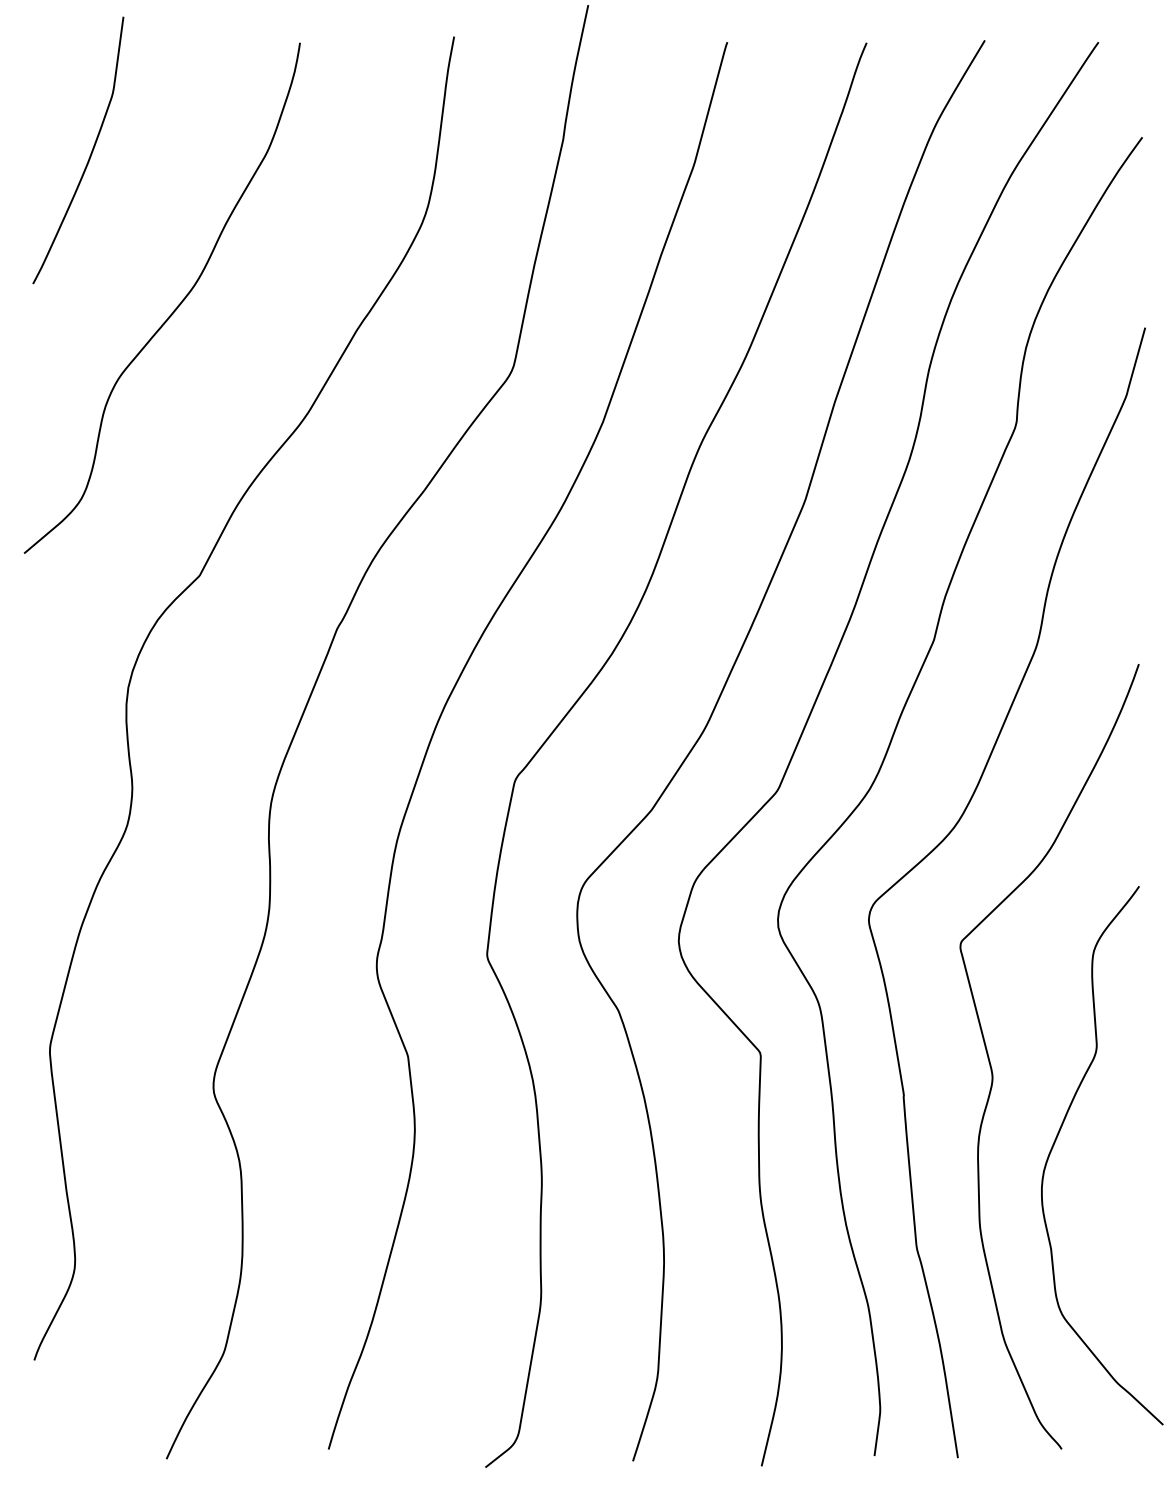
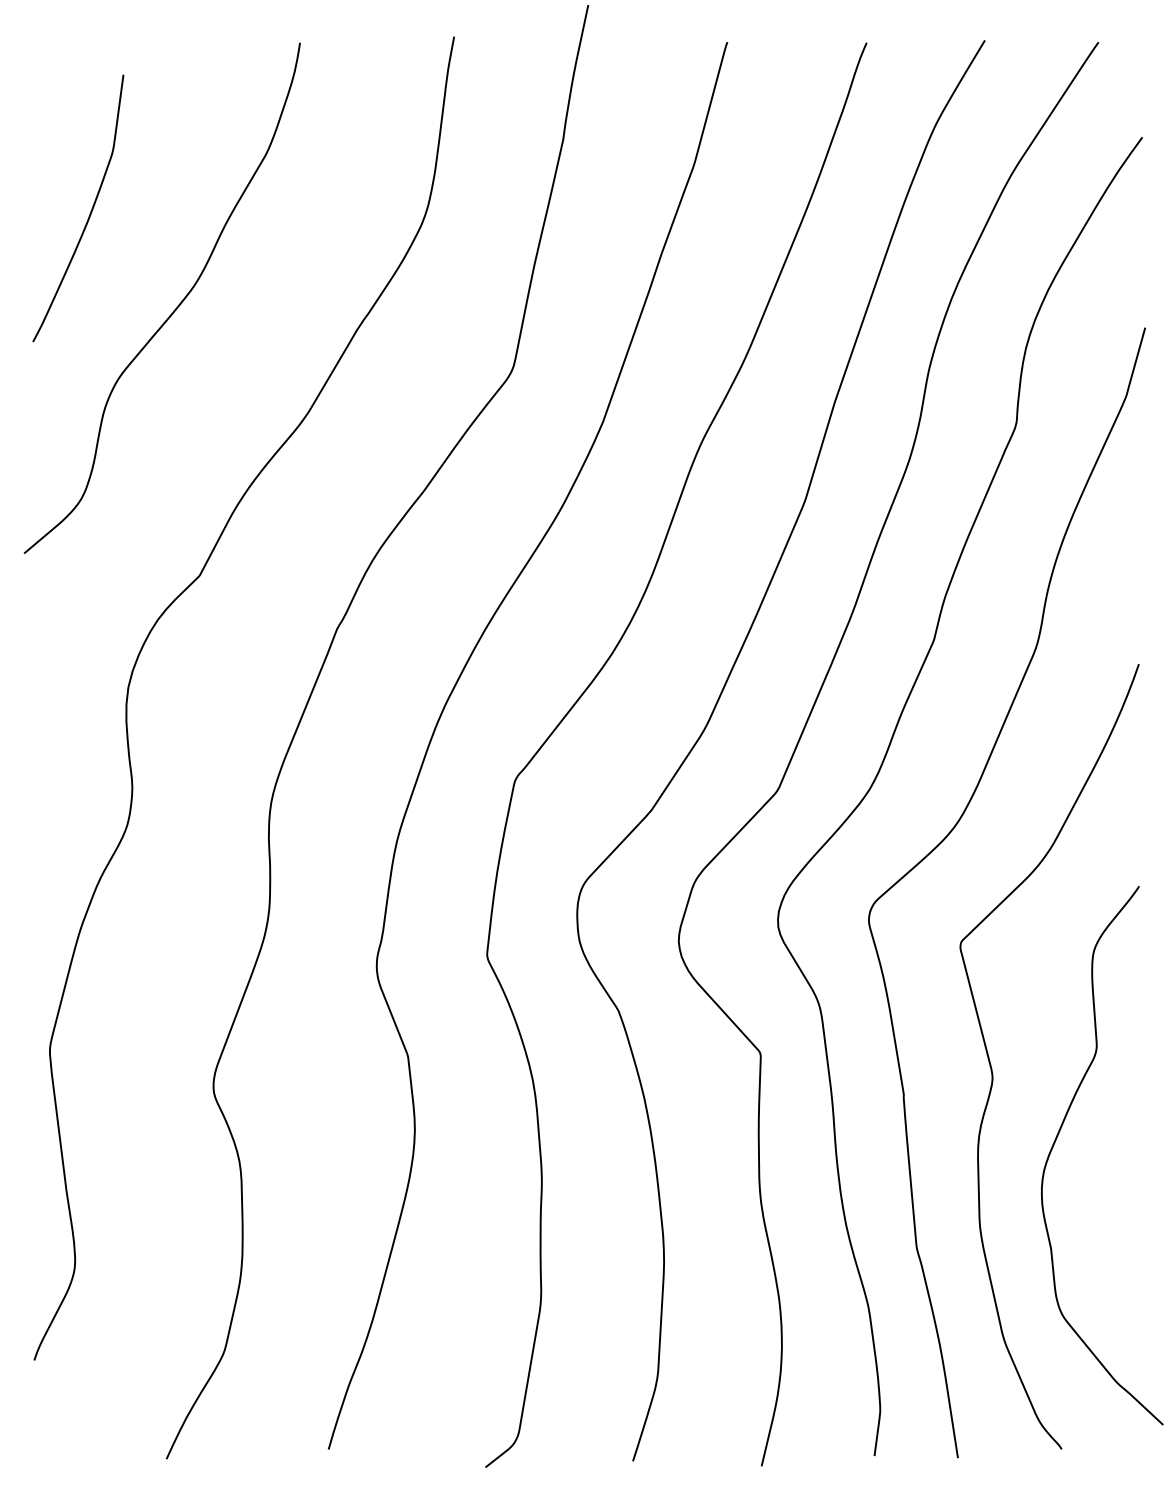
curve at (89, 155) position: (89, 155) -> (89, 213)
